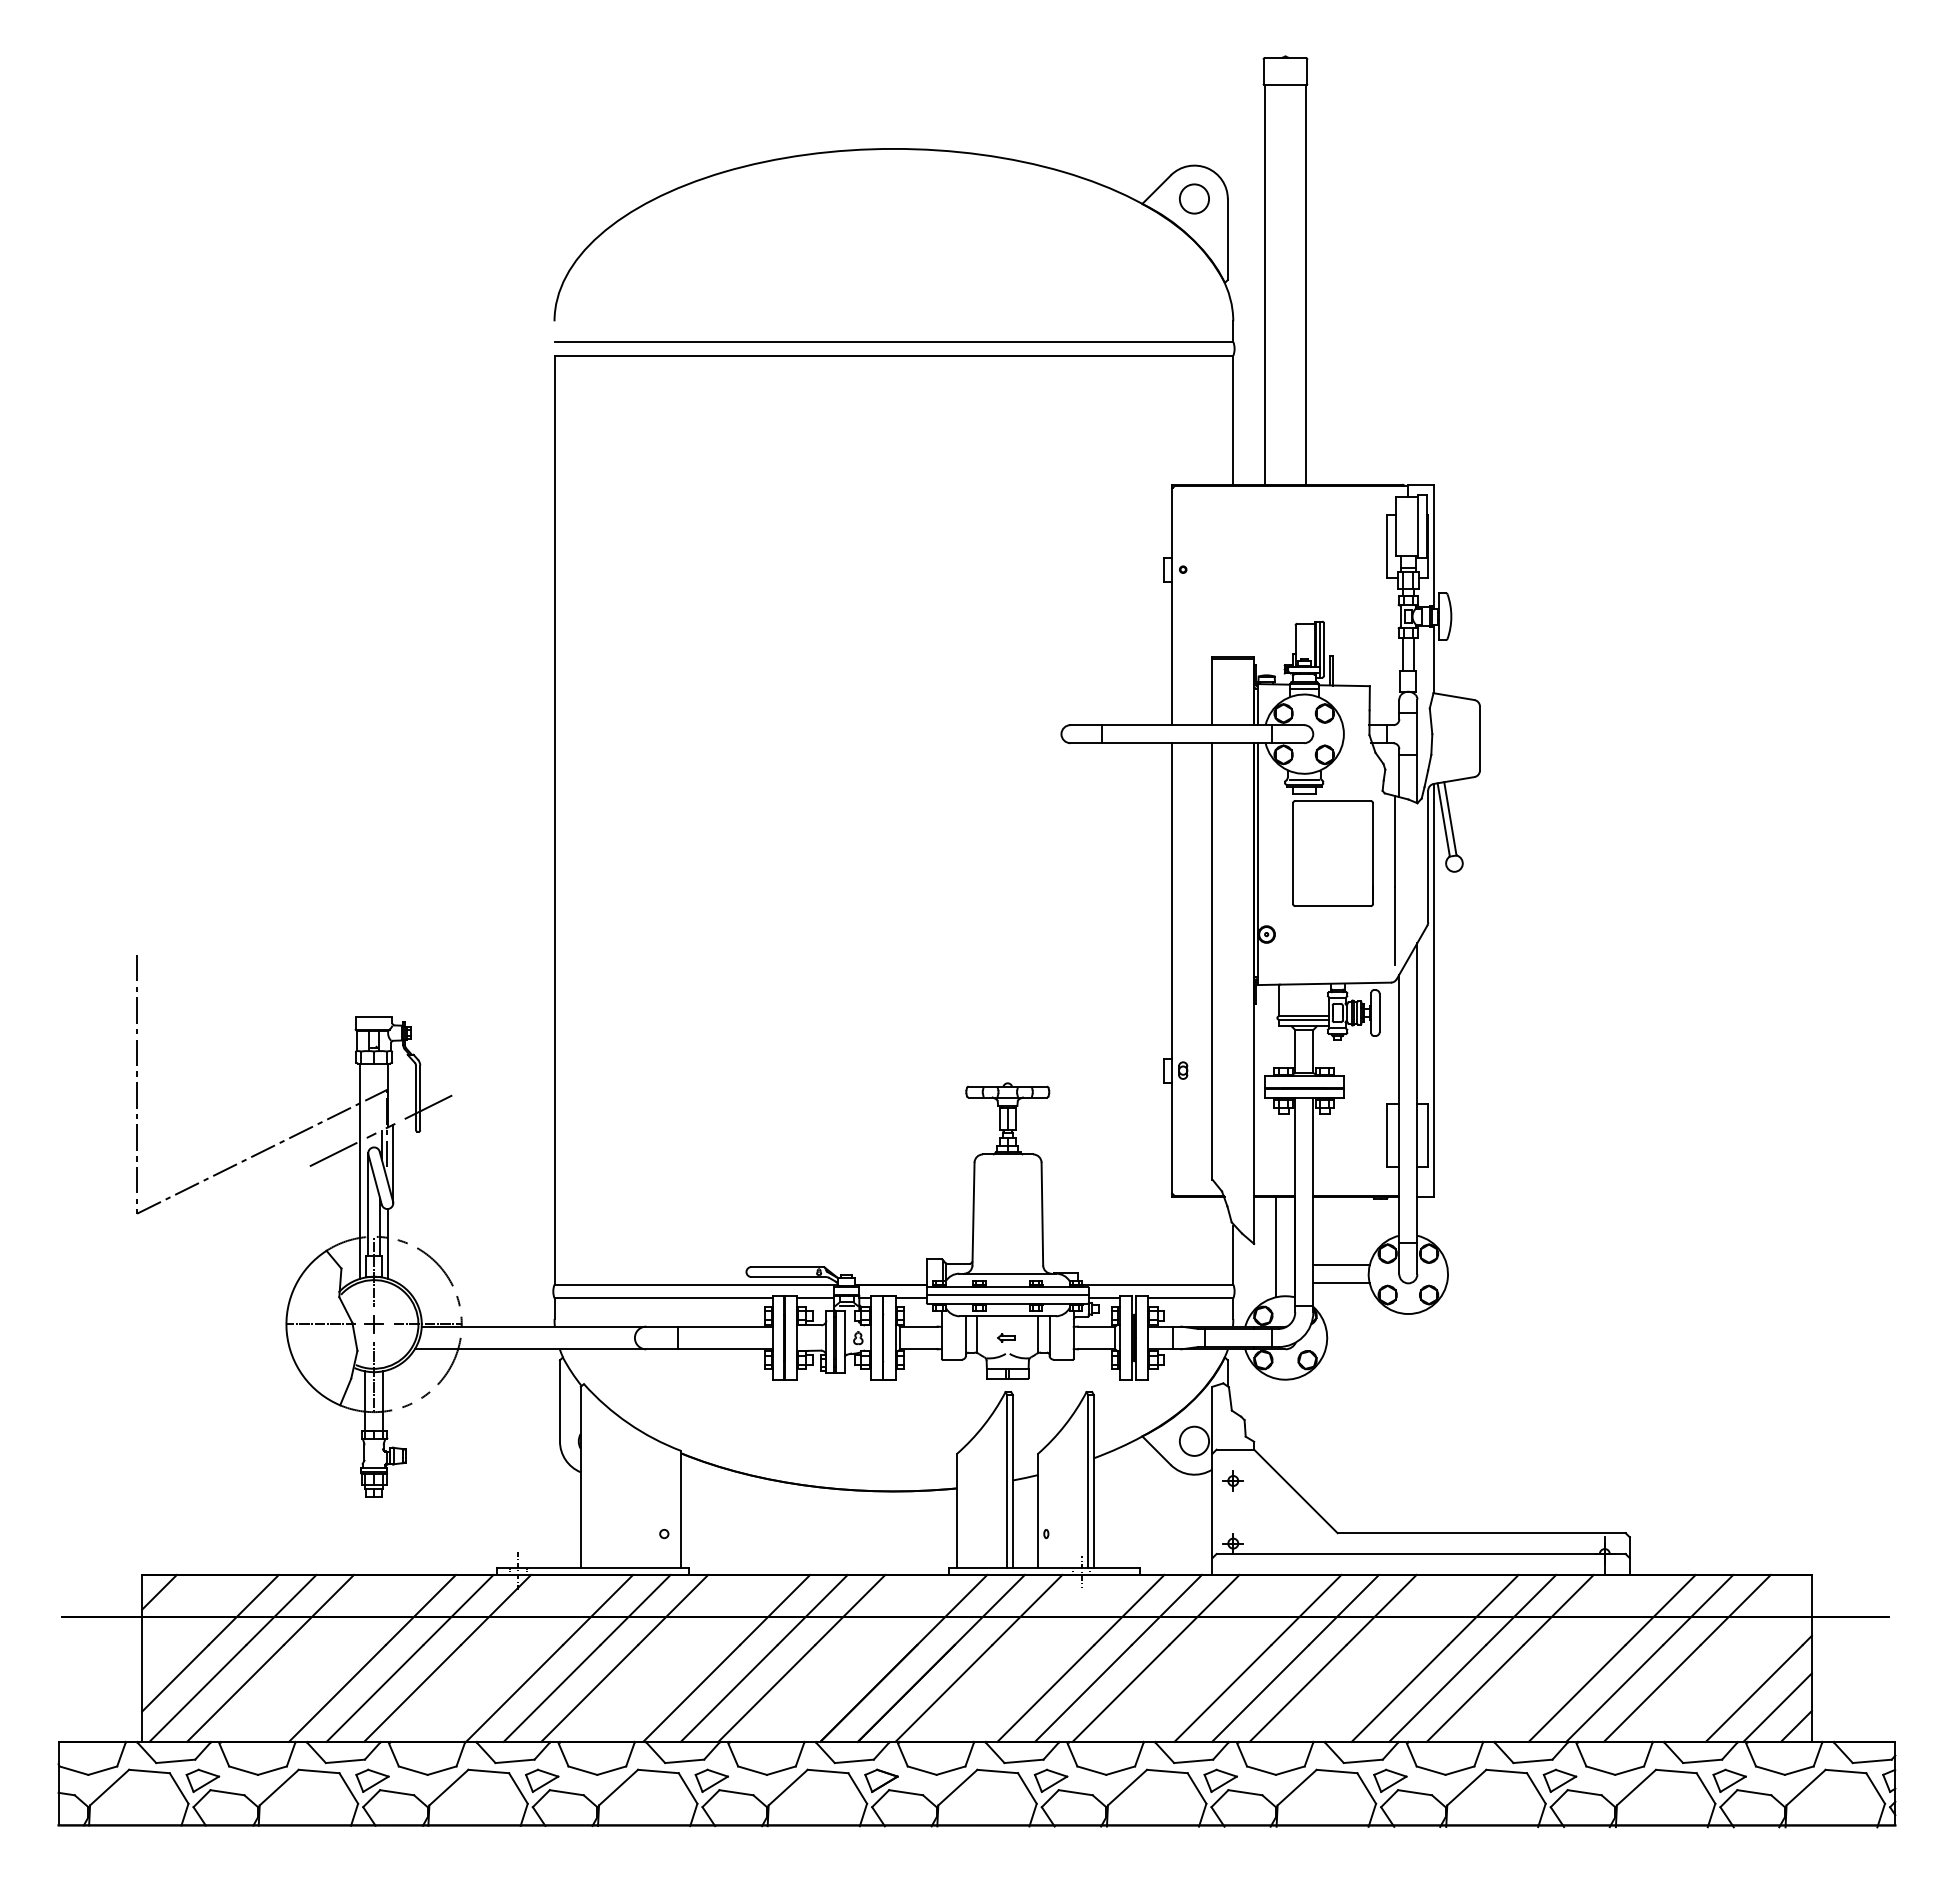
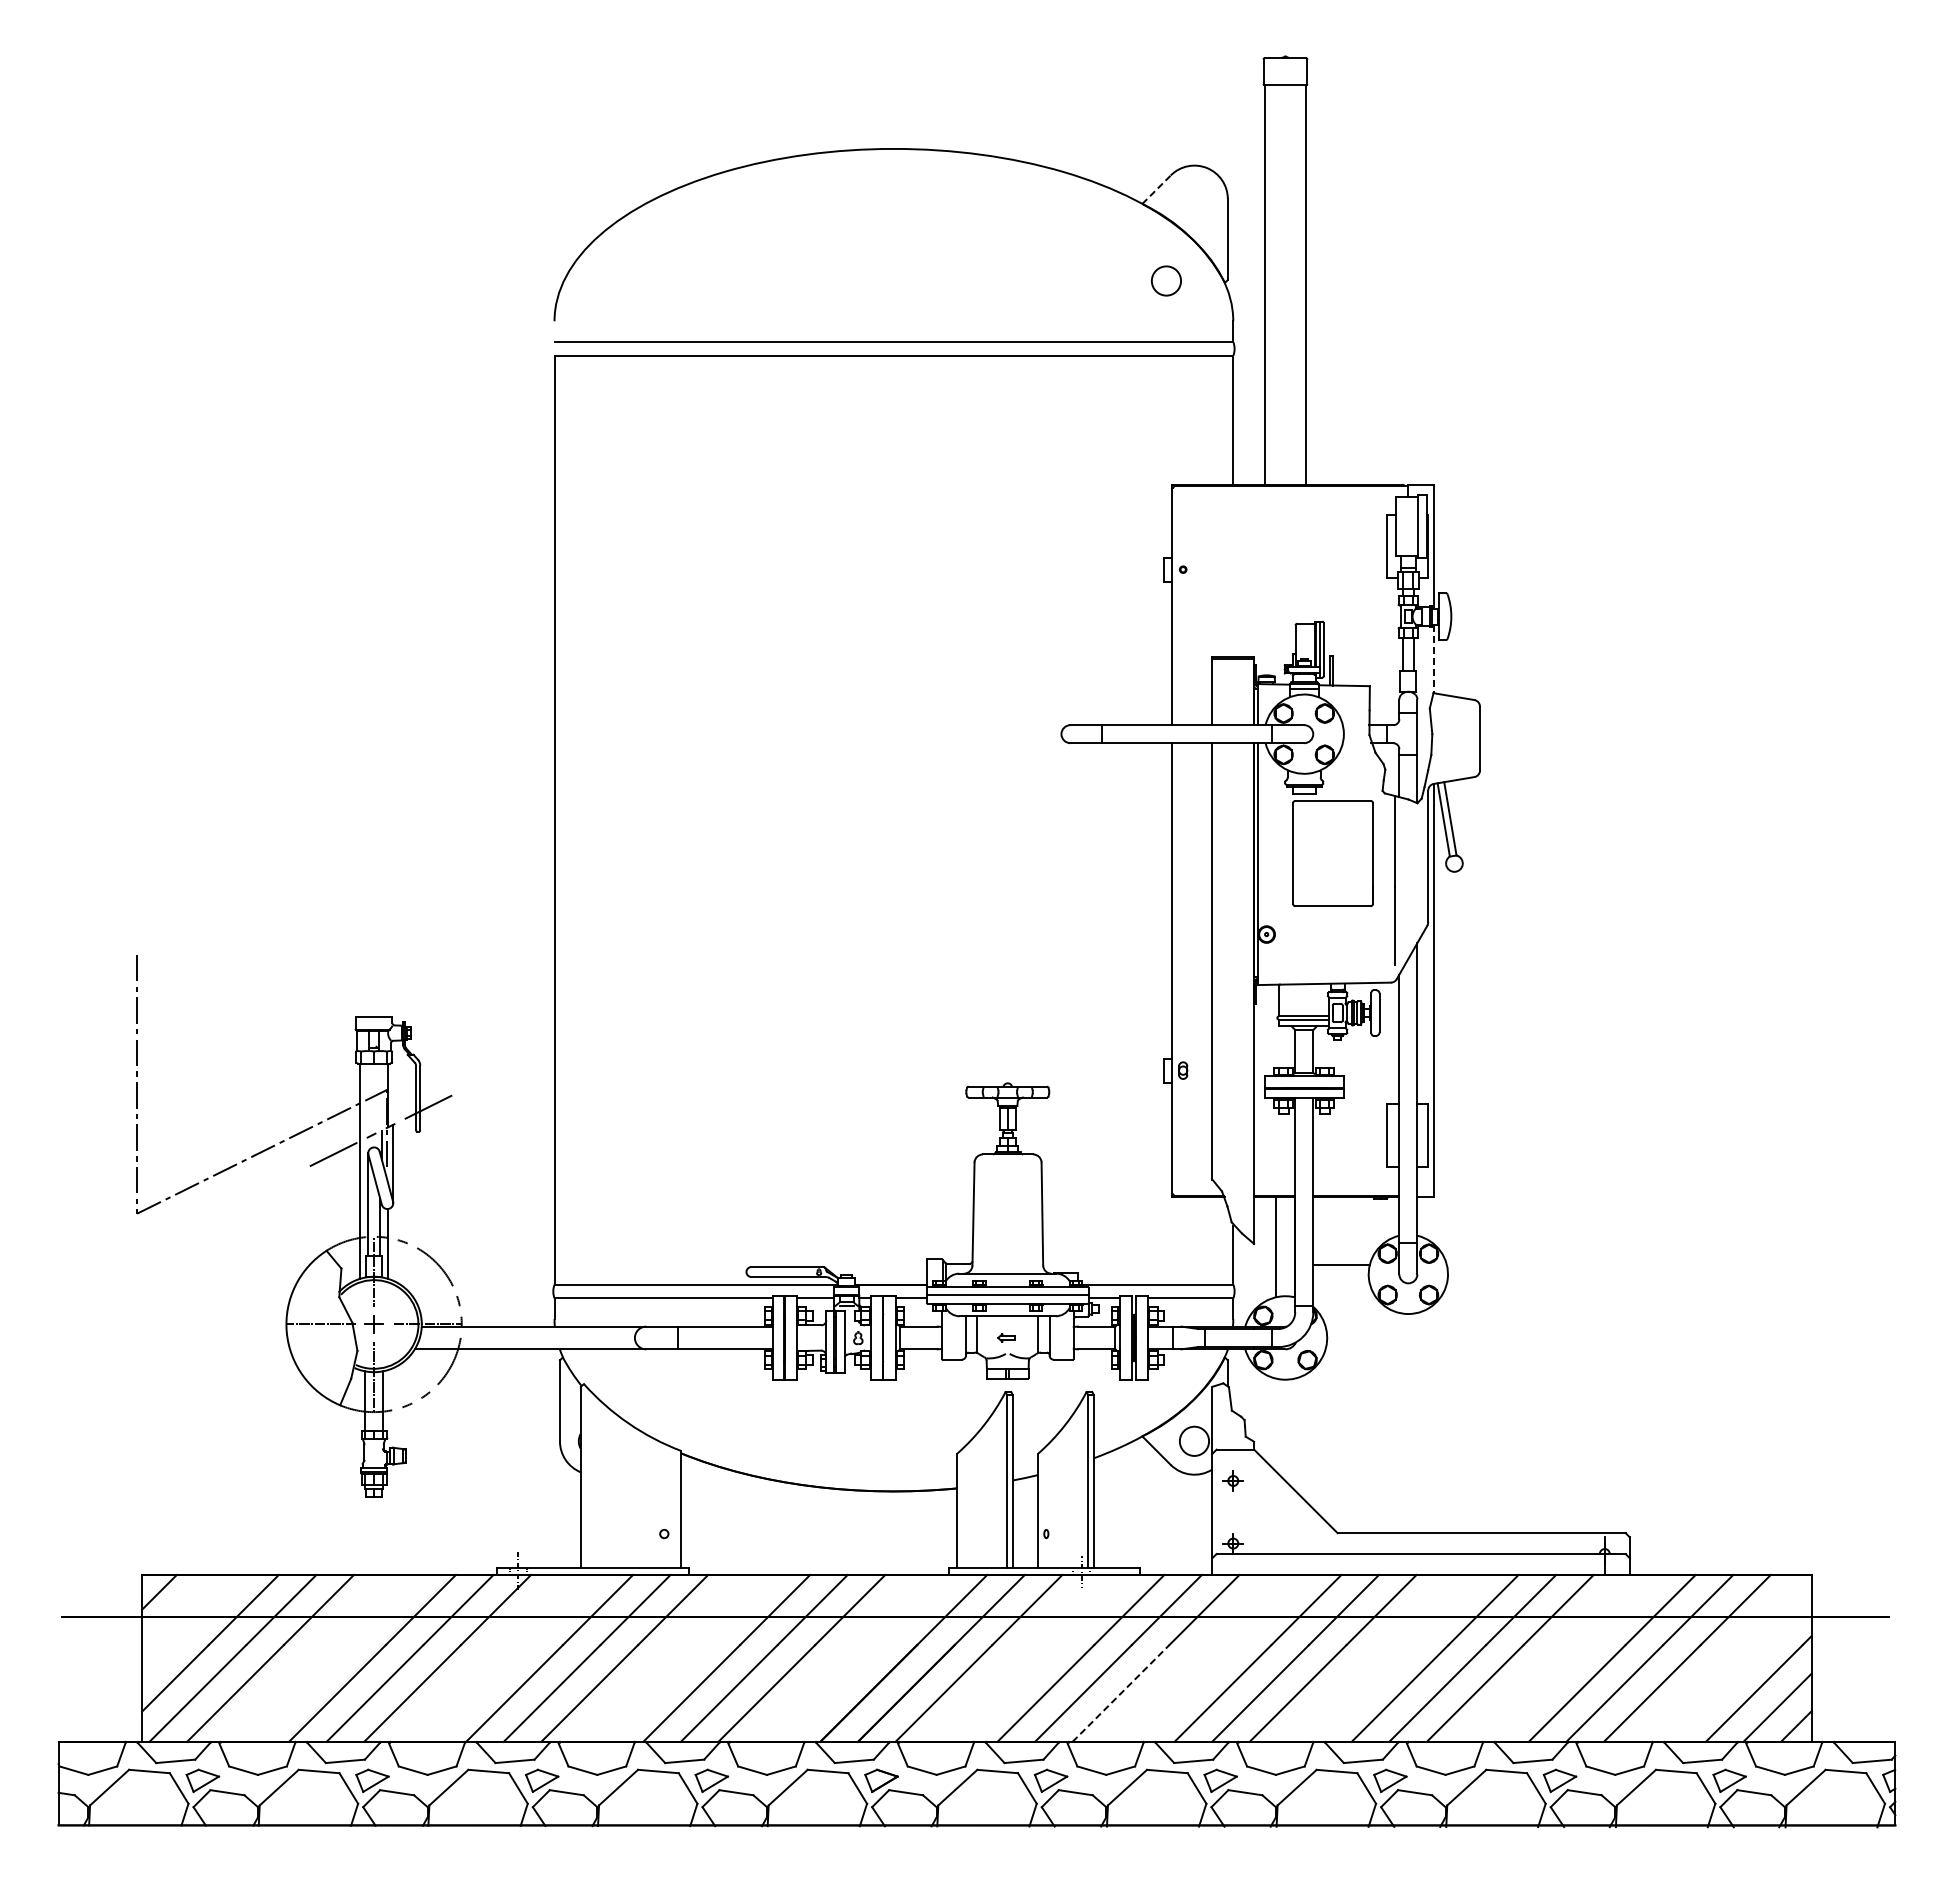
line at (1156, 189): solid -> dashed
circle at (1194, 198) position: (1194, 198) -> (1166, 280)
line at (1434, 659): solid -> dashed
line at (1303, 780): present -> none
line at (1341, 1283): present -> none
line at (1121, 1693): solid -> dashed
